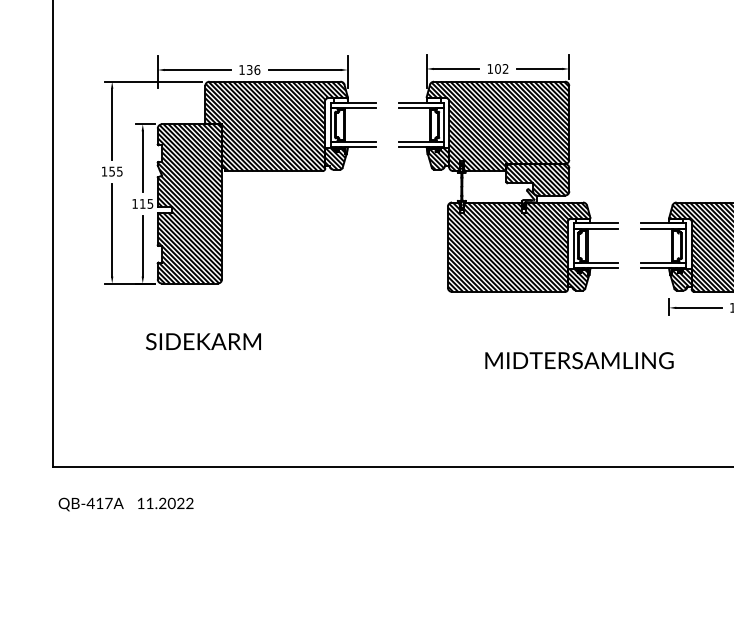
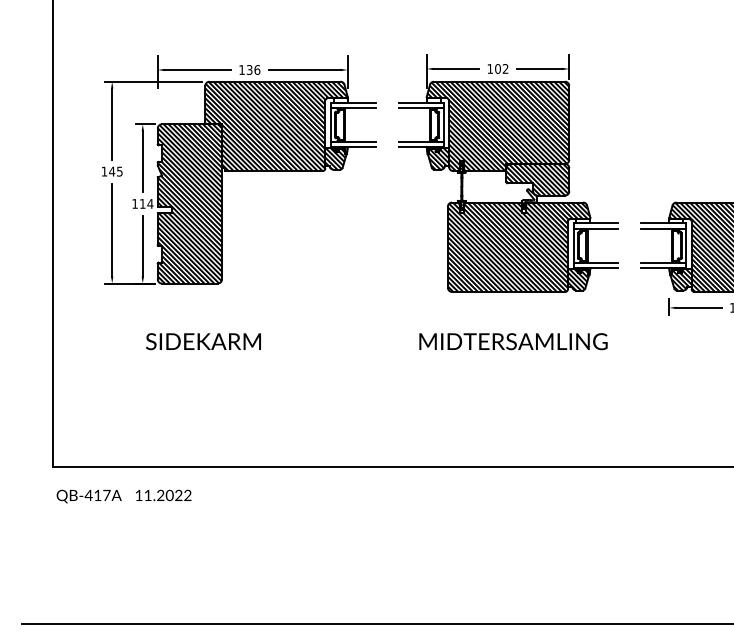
text at (112, 171): 155 -> 145
text at (150, 203): 115 -> 114
text at (579, 360) position: (579, 360) -> (513, 341)
text at (125, 504) position: (125, 504) -> (123, 496)
line at (376, 623): none -> present
